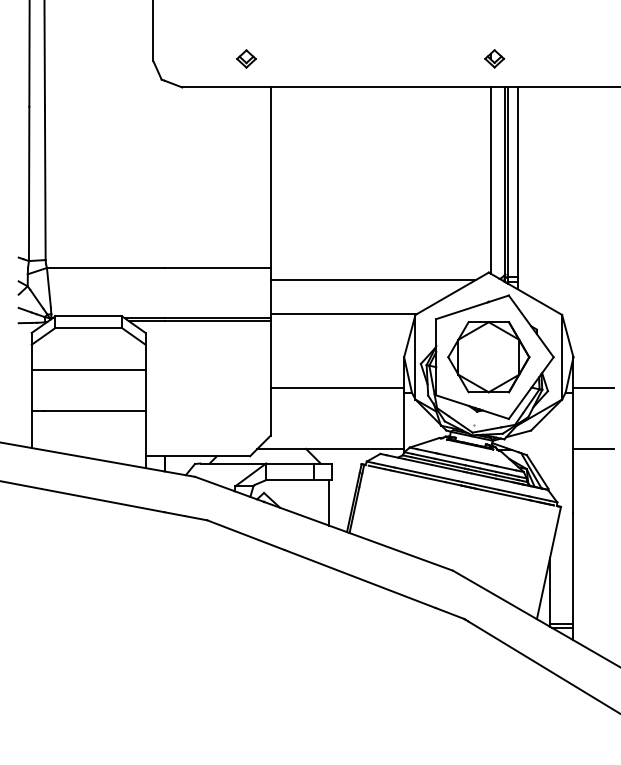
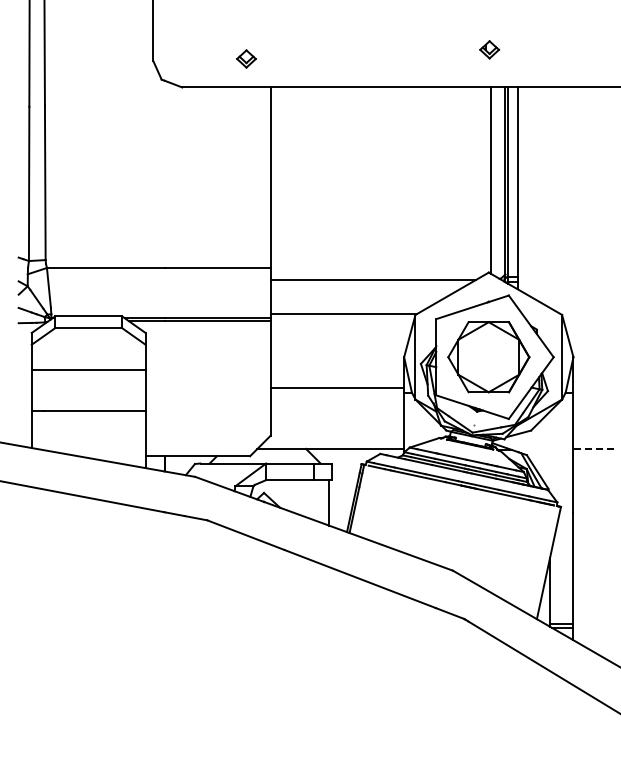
part at (494, 58) position: (494, 58) -> (489, 49)
line at (593, 388): present -> none
line at (593, 448): solid -> dashed
